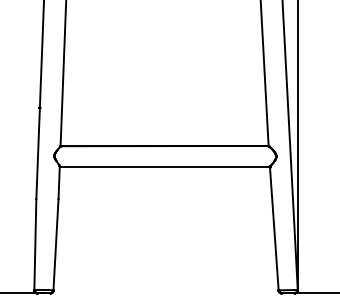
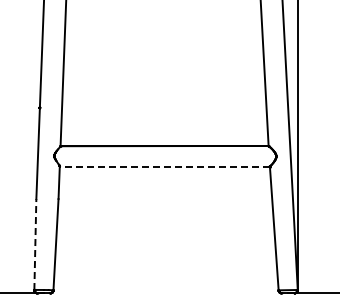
line at (164, 166): solid -> dashed
line at (35, 244): solid -> dashed
